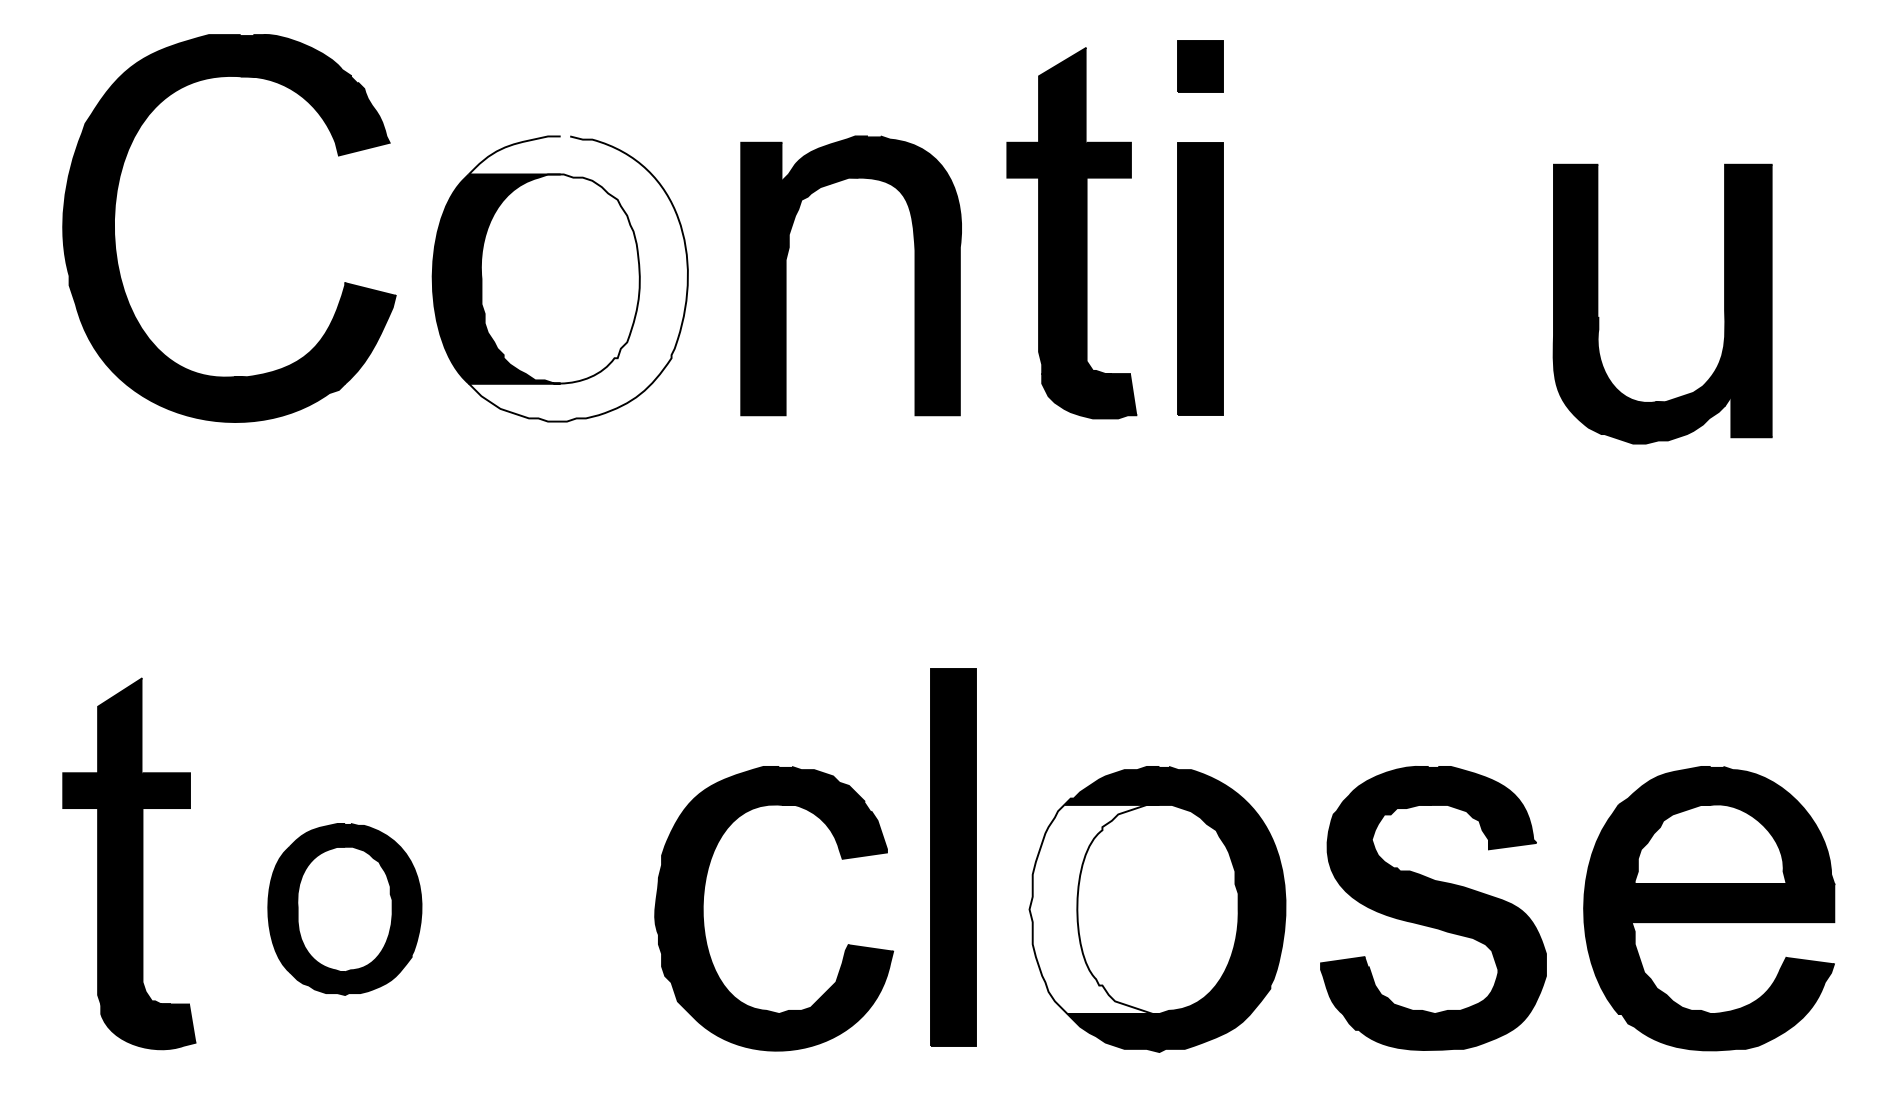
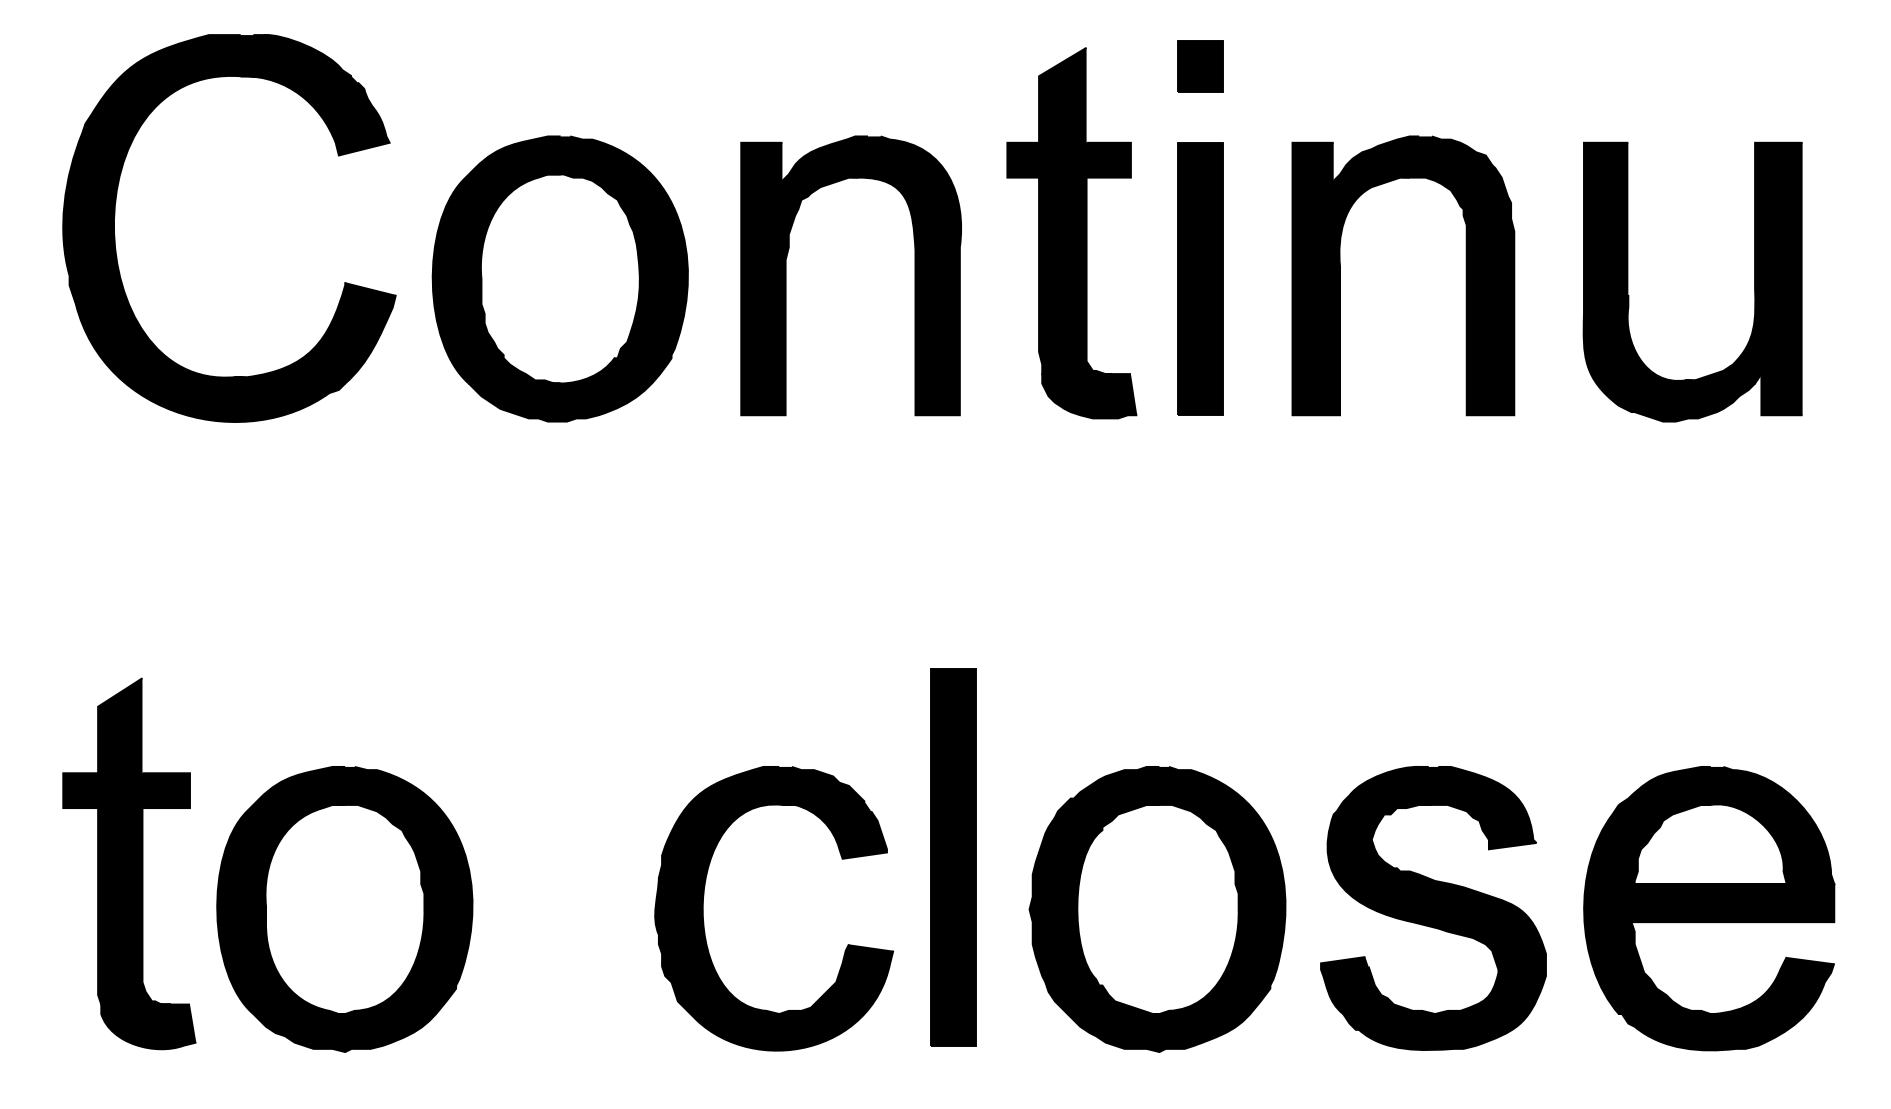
part at (1465, 275): none -> present
fill at (577, 278): none -> present
part at (1724, 303) position: (1724, 303) -> (1754, 281)
part at (344, 909) size: 156x173 px -> 258x287 px
fill at (1094, 909): none -> present
